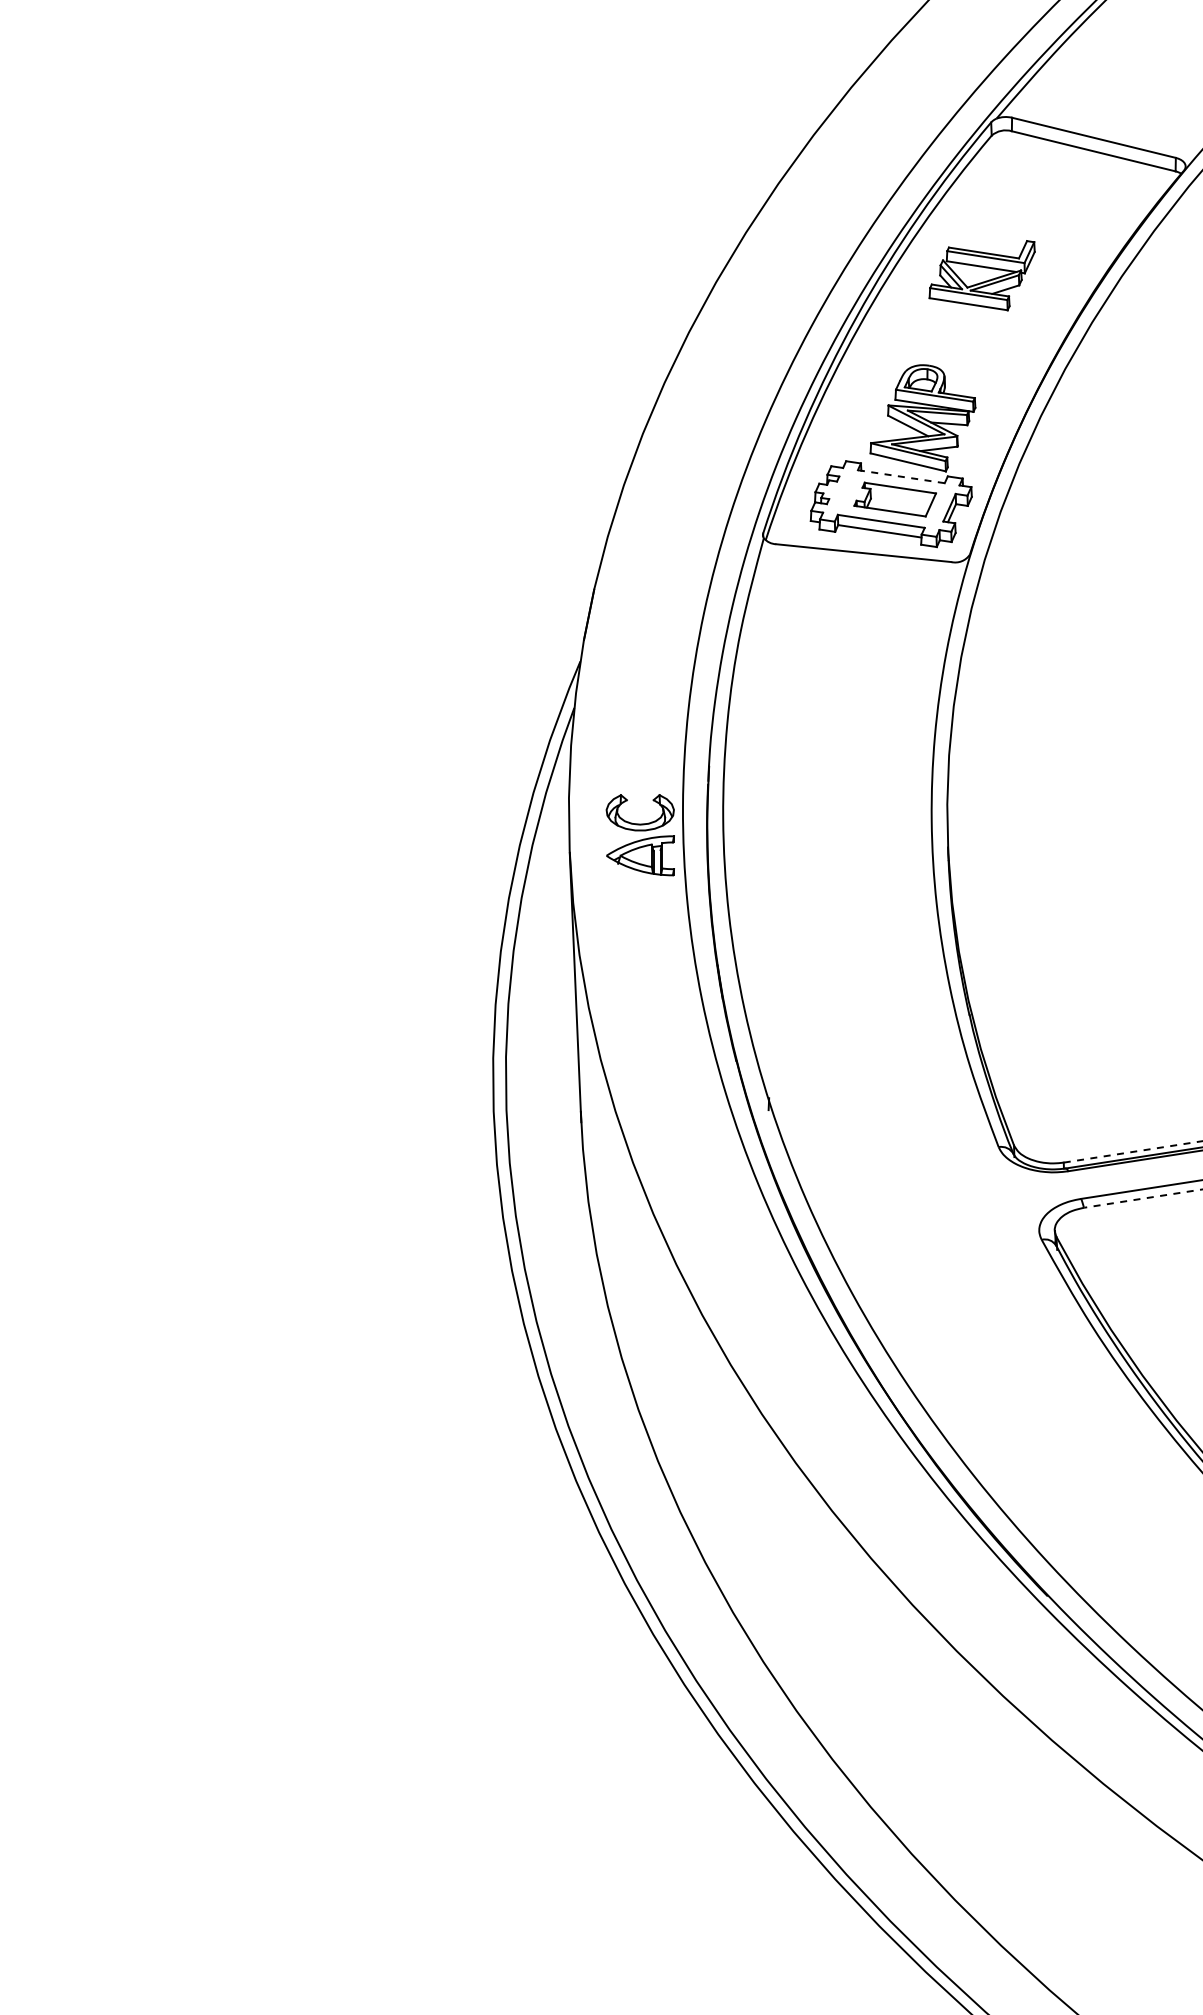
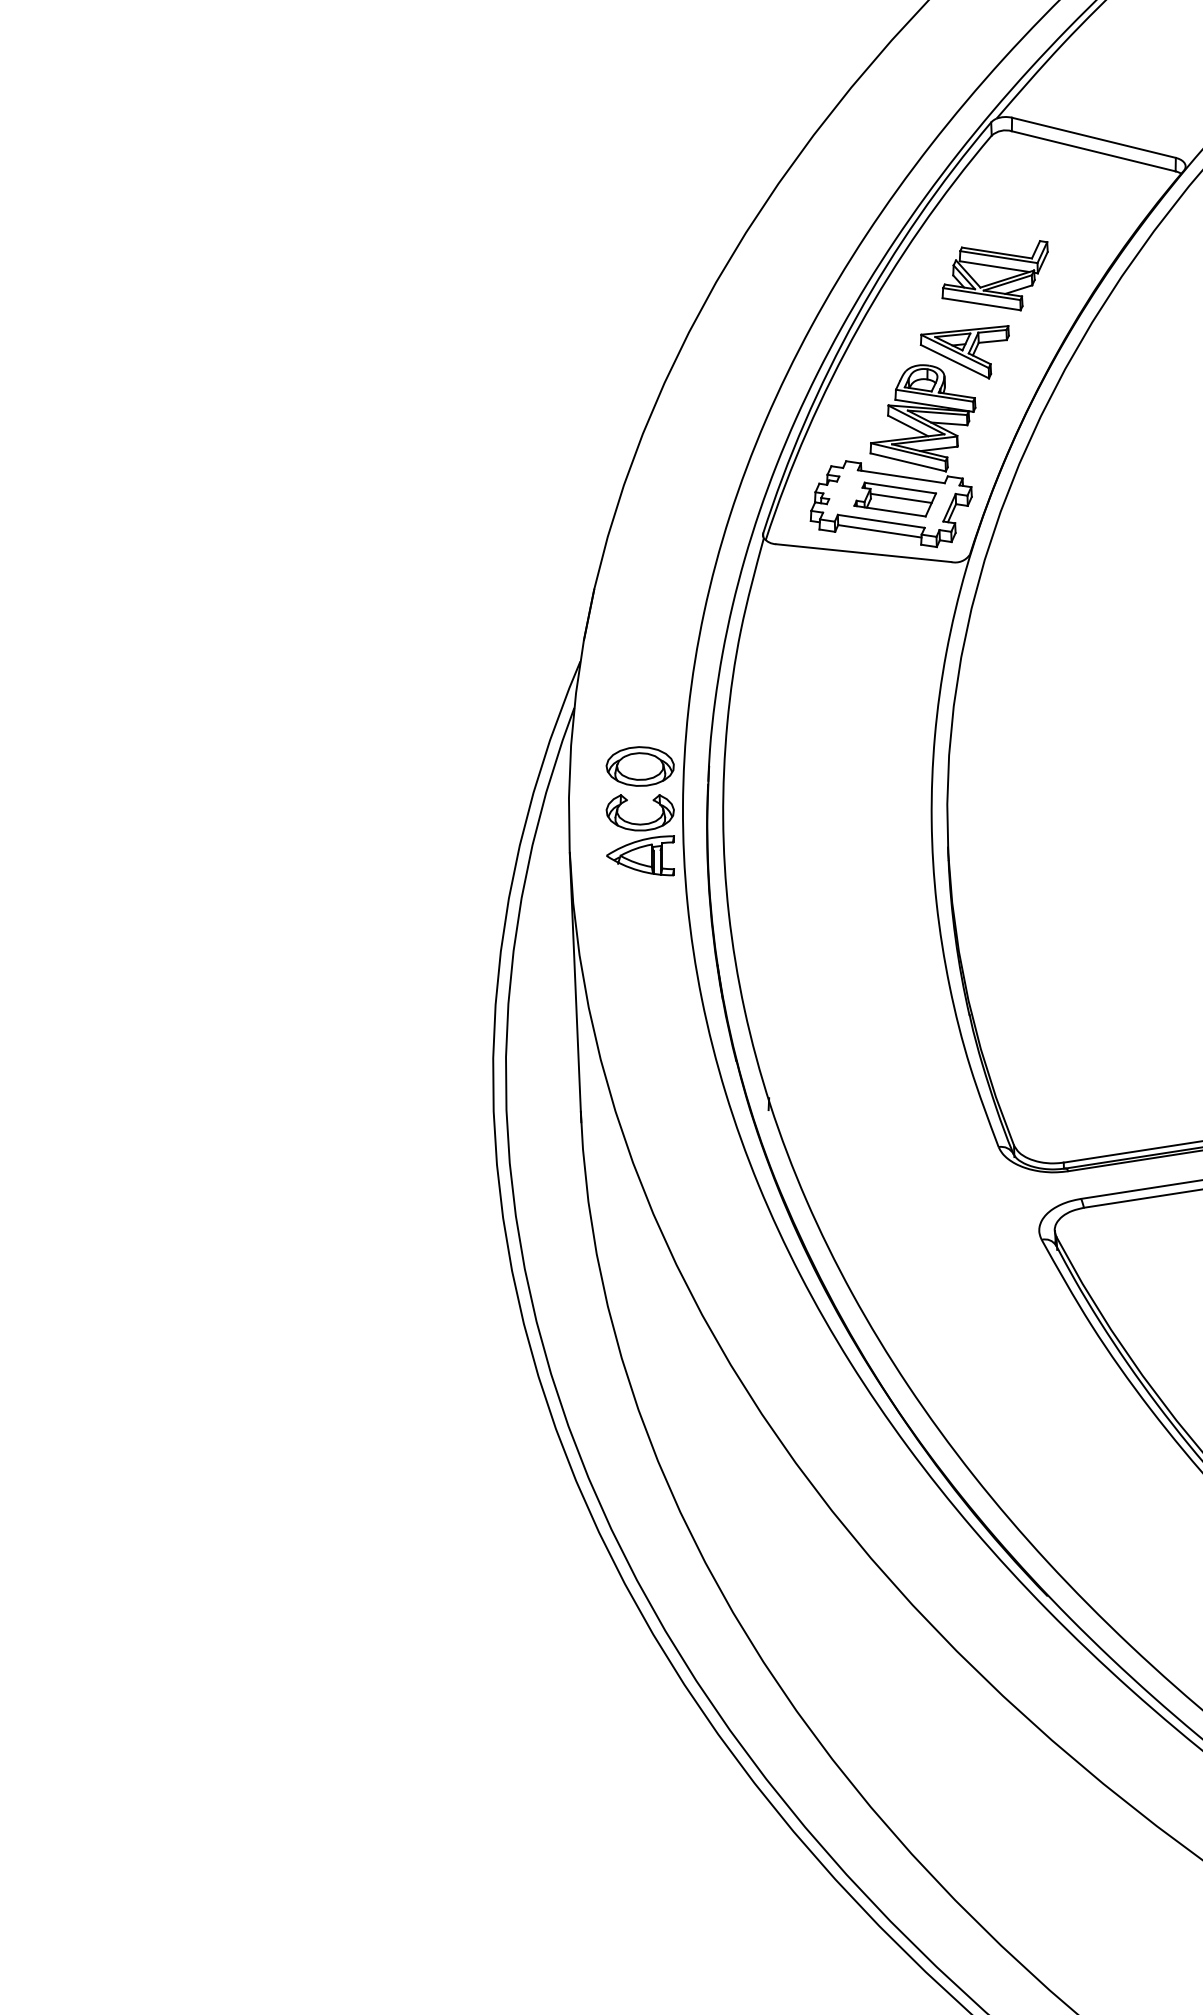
part at (981, 275) position: (981, 275) -> (994, 275)
part at (964, 352): none -> present
line at (901, 476): dashed -> solid
line at (900, 497): none -> present
part at (639, 766): none -> present
line at (1132, 1151): dashed -> solid
line at (1142, 1198): dashed -> solid
